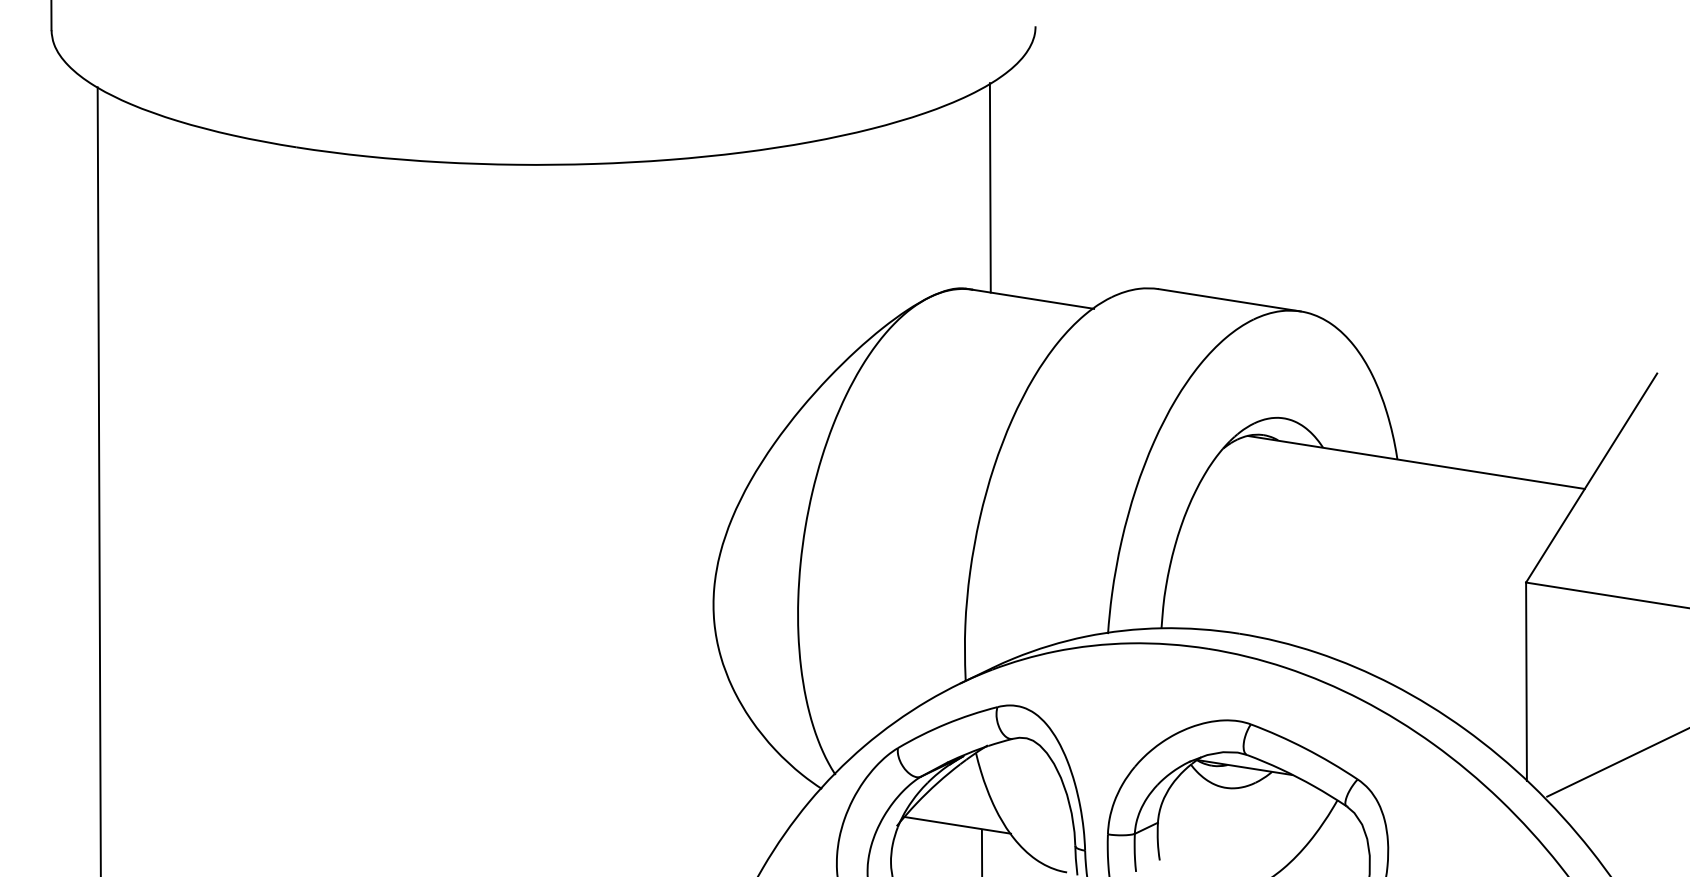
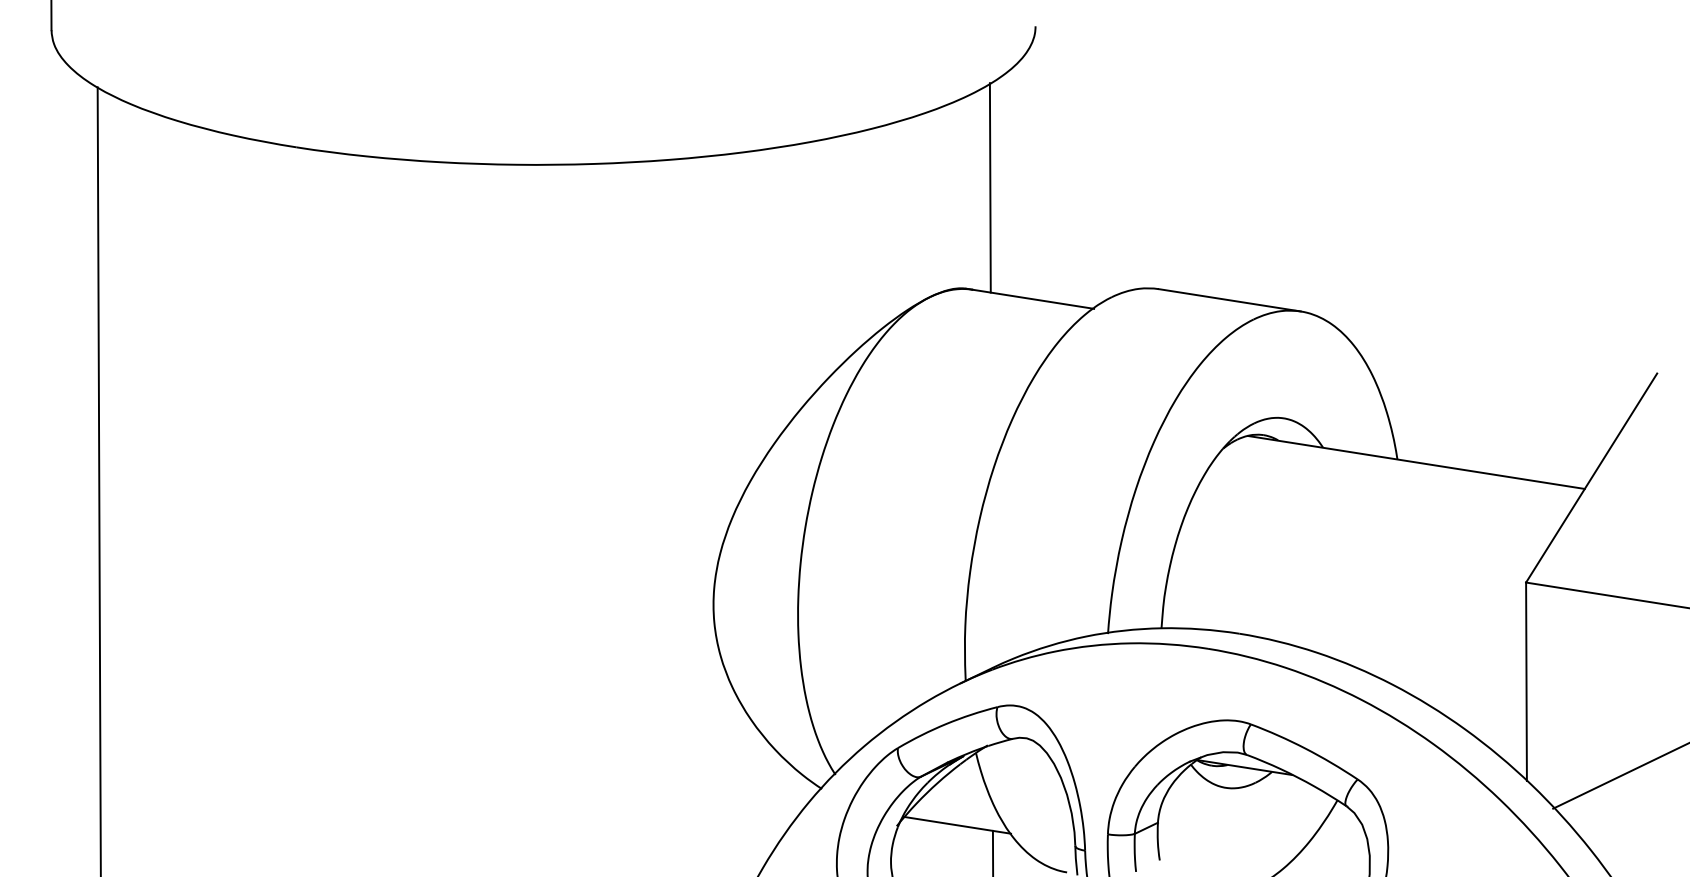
line at (1616, 762) position: (1616, 762) -> (1619, 776)
line at (981, 851) position: (981, 851) -> (992, 851)
